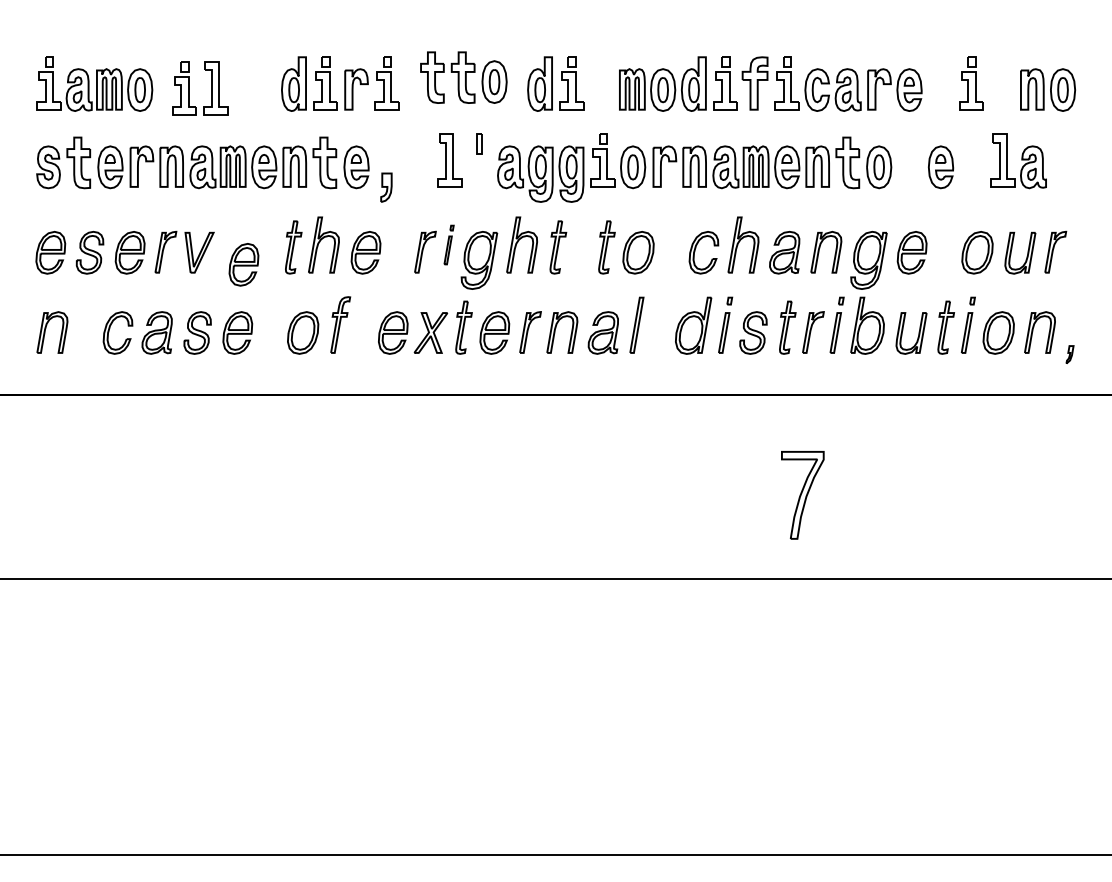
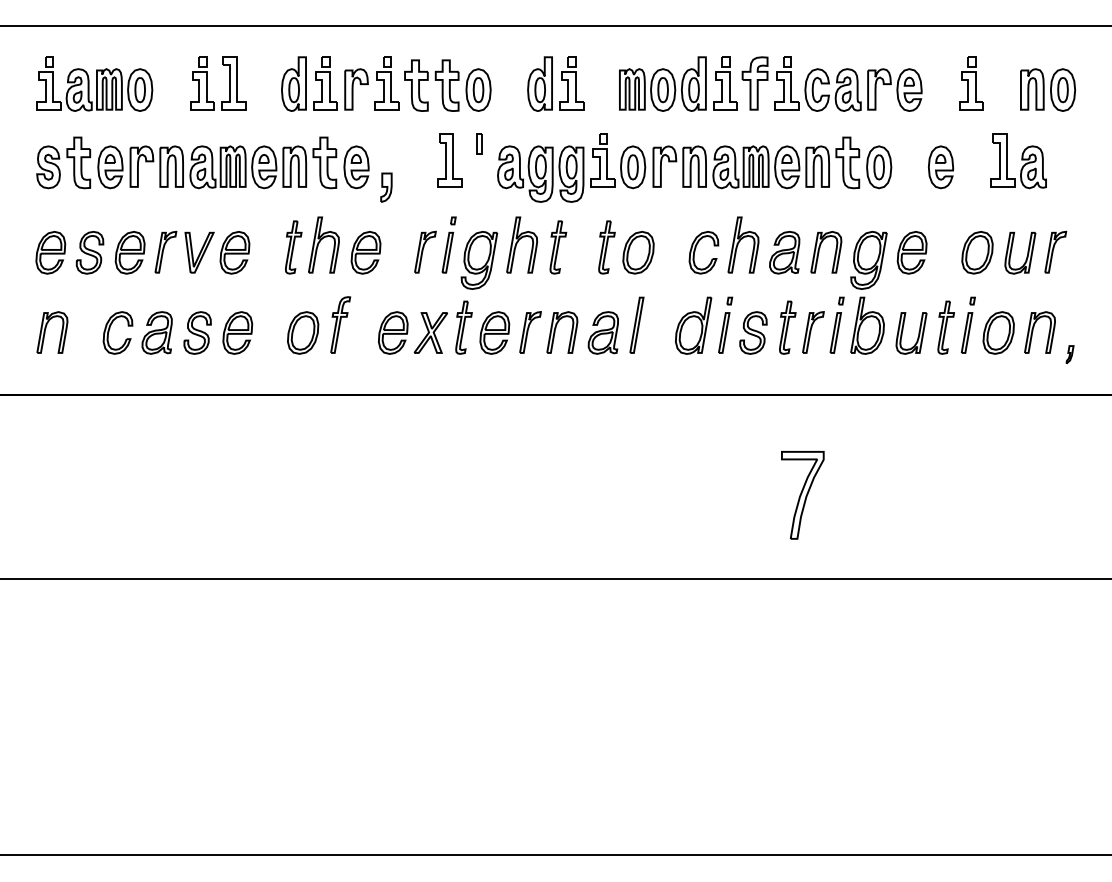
line at (555, 26): none -> present
part at (463, 77) position: (463, 77) -> (447, 85)
part at (189, 88) position: (189, 88) -> (207, 83)
part at (448, 244) size: 12x42 px -> 16x58 px
part at (243, 264) position: (243, 264) -> (234, 252)
